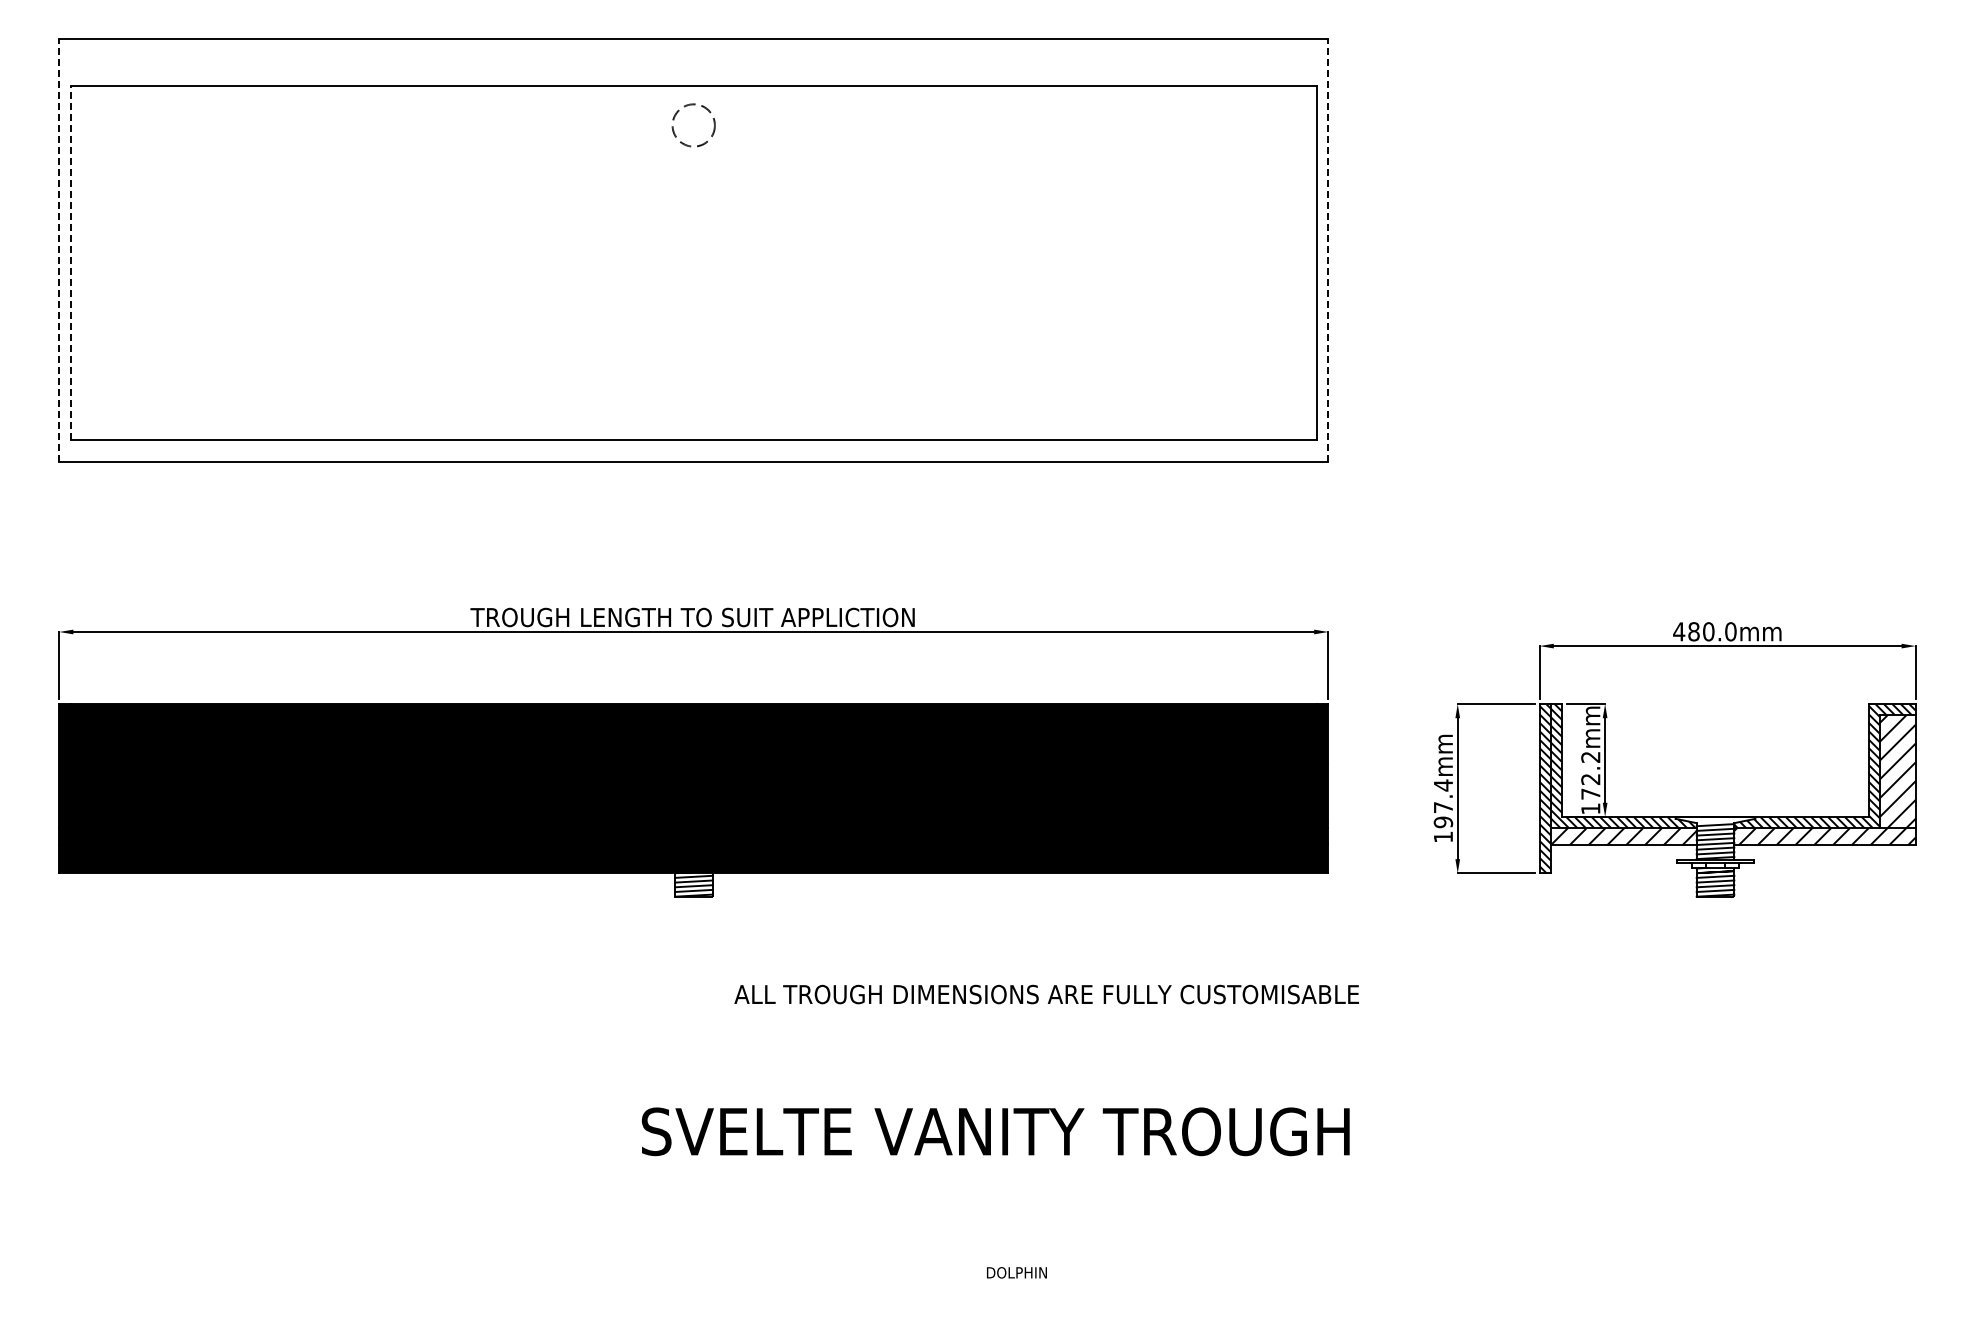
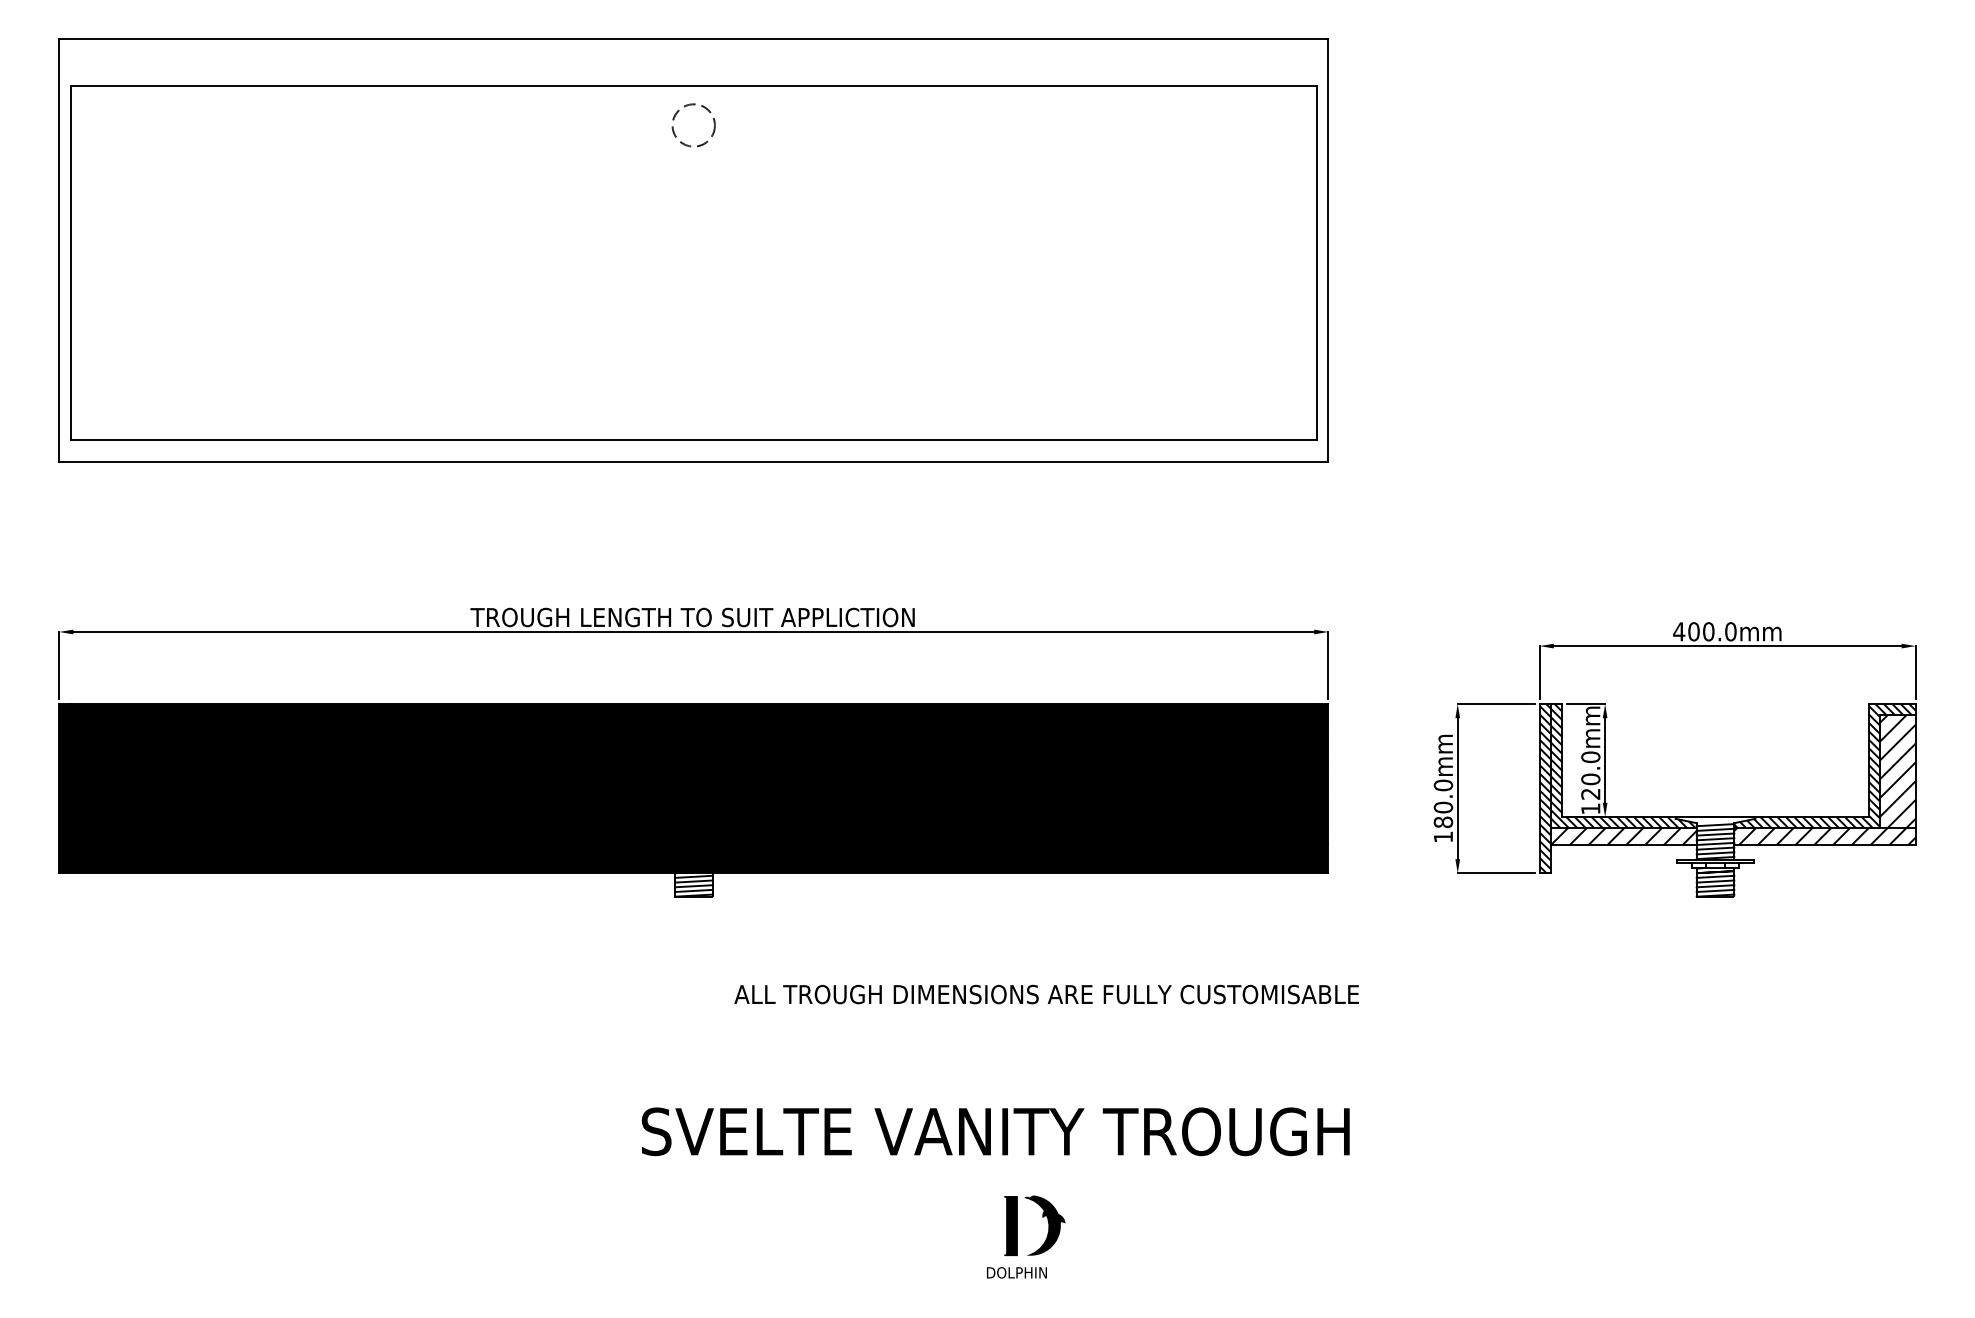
line at (59, 250): dashed -> solid
line at (1328, 250): dashed -> solid
line at (70, 263): dashed -> solid
text at (1693, 631): 480.0mm -> 400.0mm
text at (1590, 775): 172.2mm -> 120.0mm
text at (1443, 803): 197.4mm -> 180.0mm
part at (1042, 1217): none -> present
